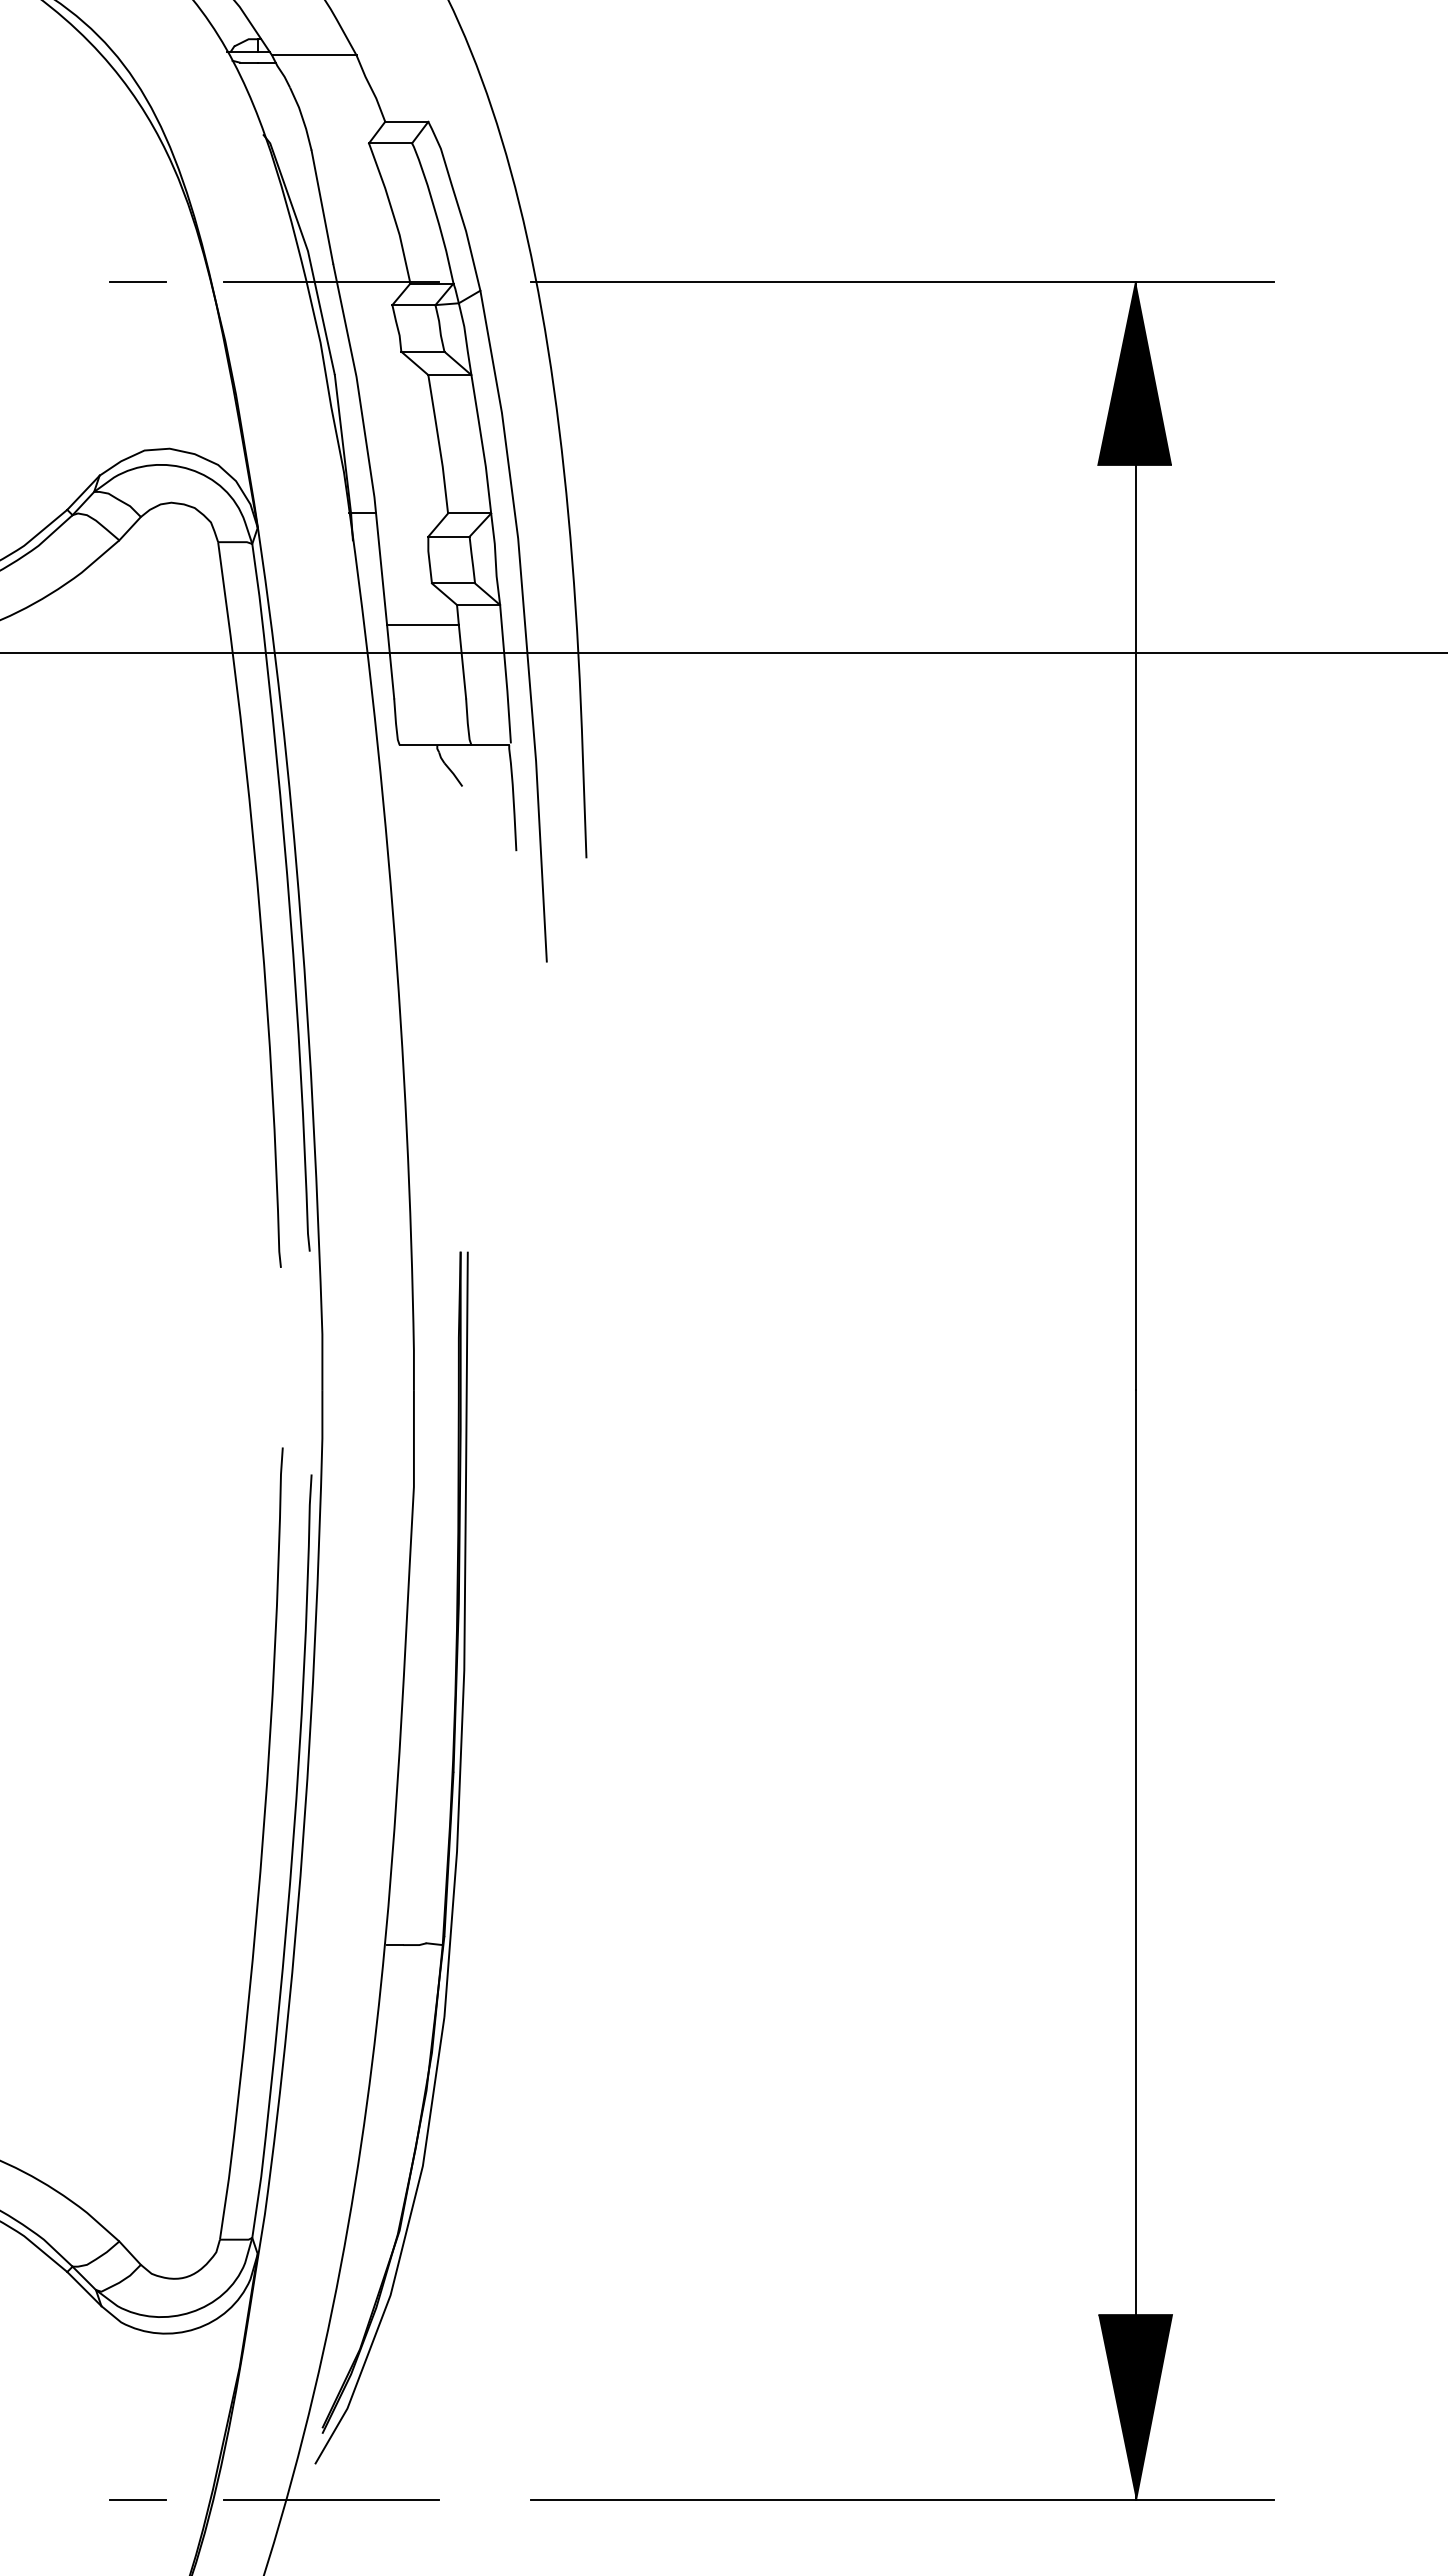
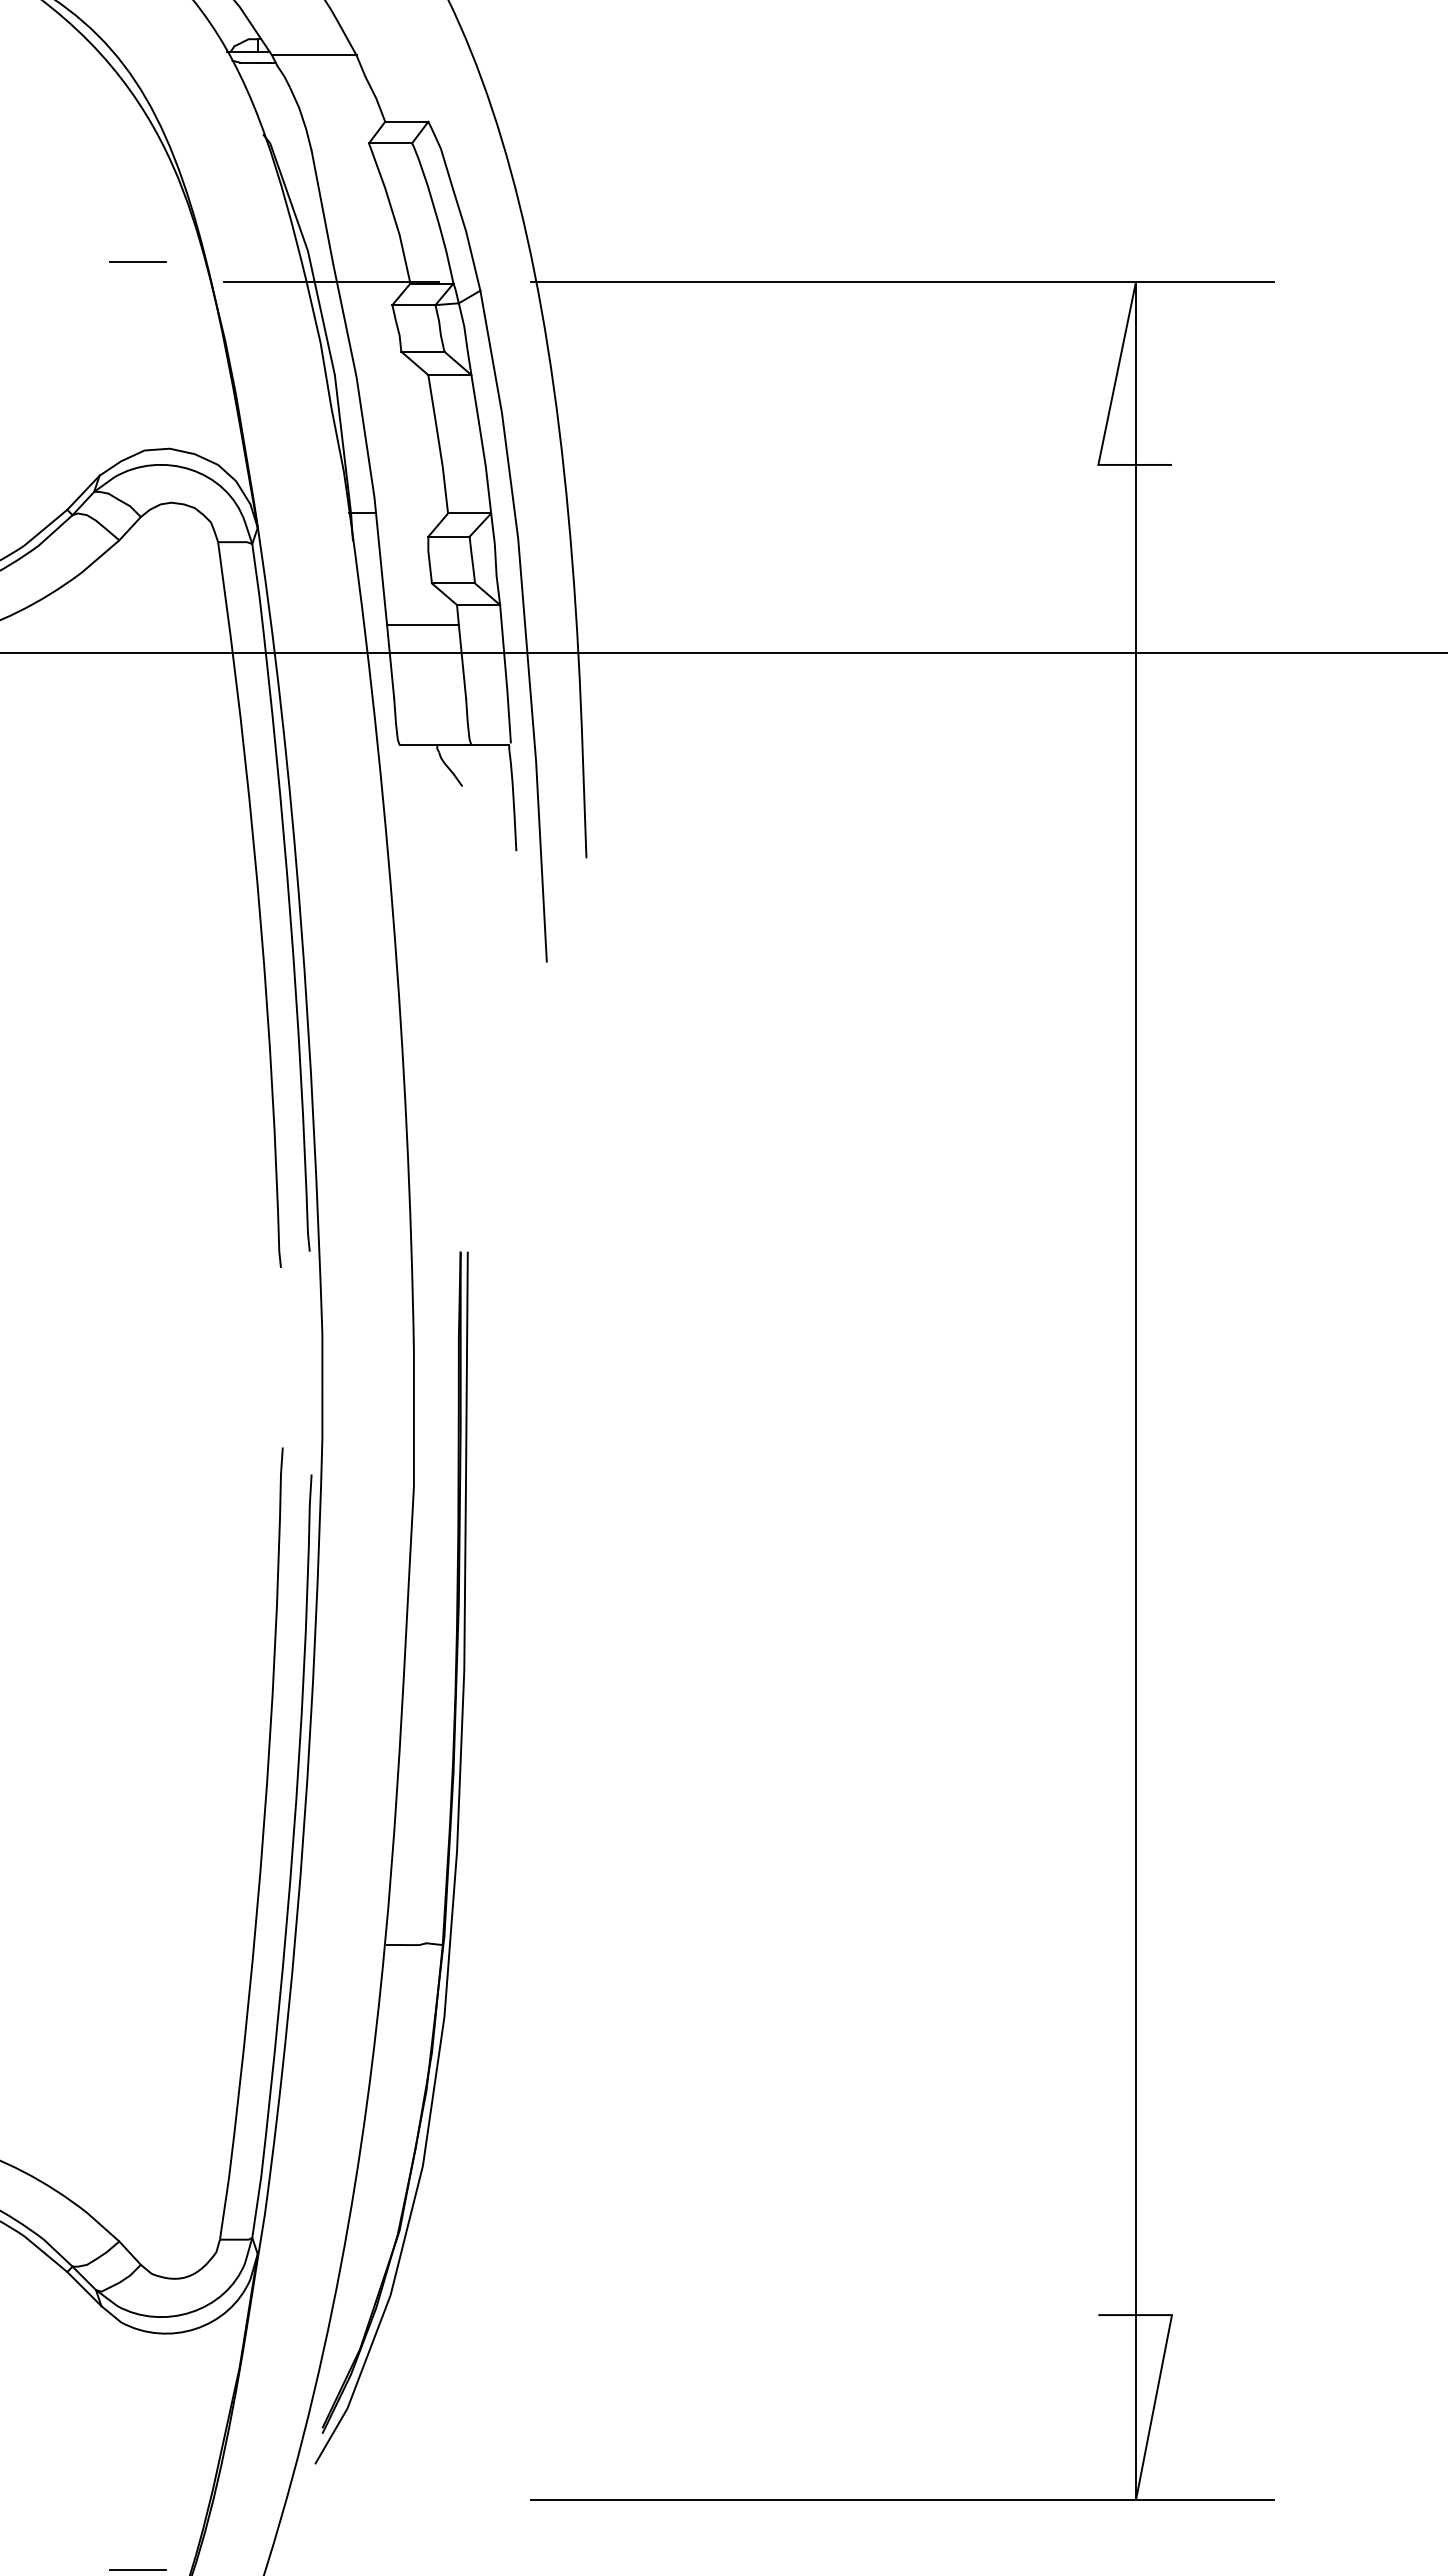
line at (137, 281) position: (137, 281) -> (137, 261)
fill at (1134, 372): present -> none
fill at (1134, 2407): present -> none
line at (137, 2499) position: (137, 2499) -> (137, 2569)
line at (331, 2500): present -> none
